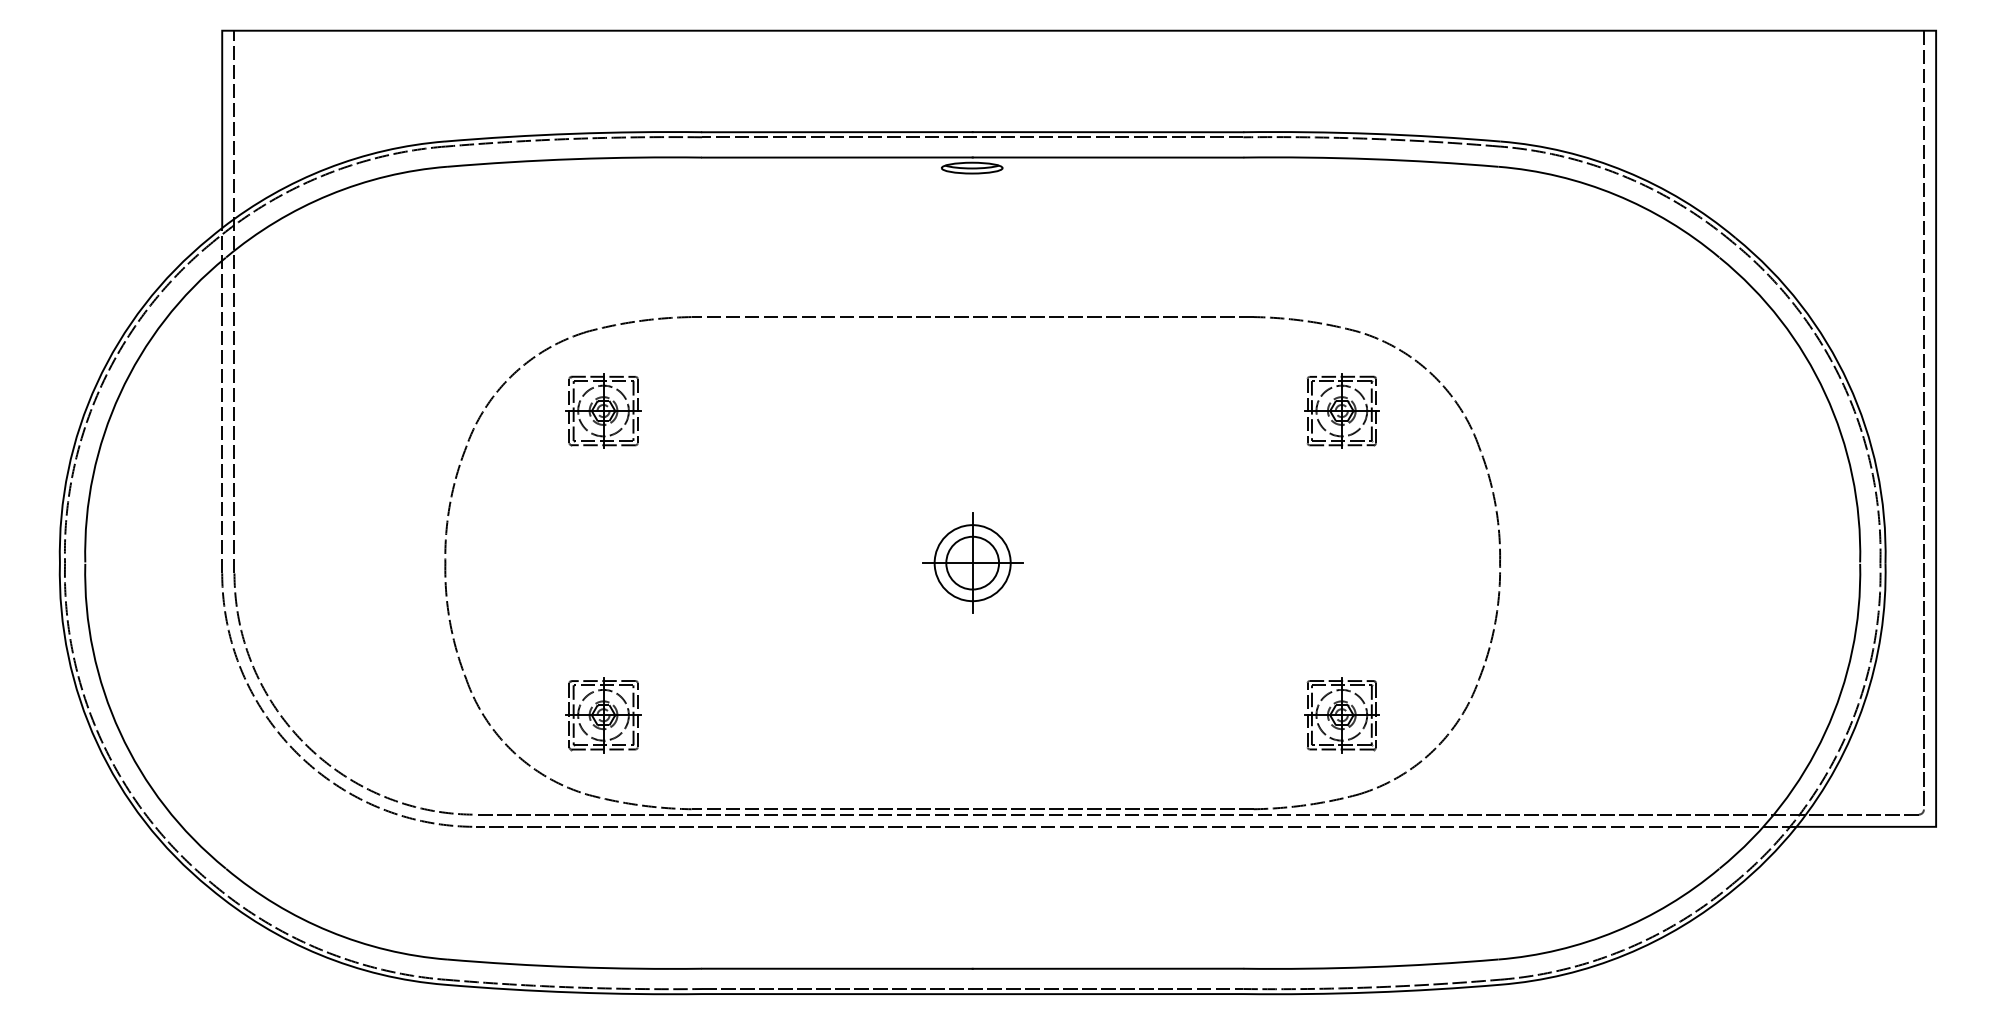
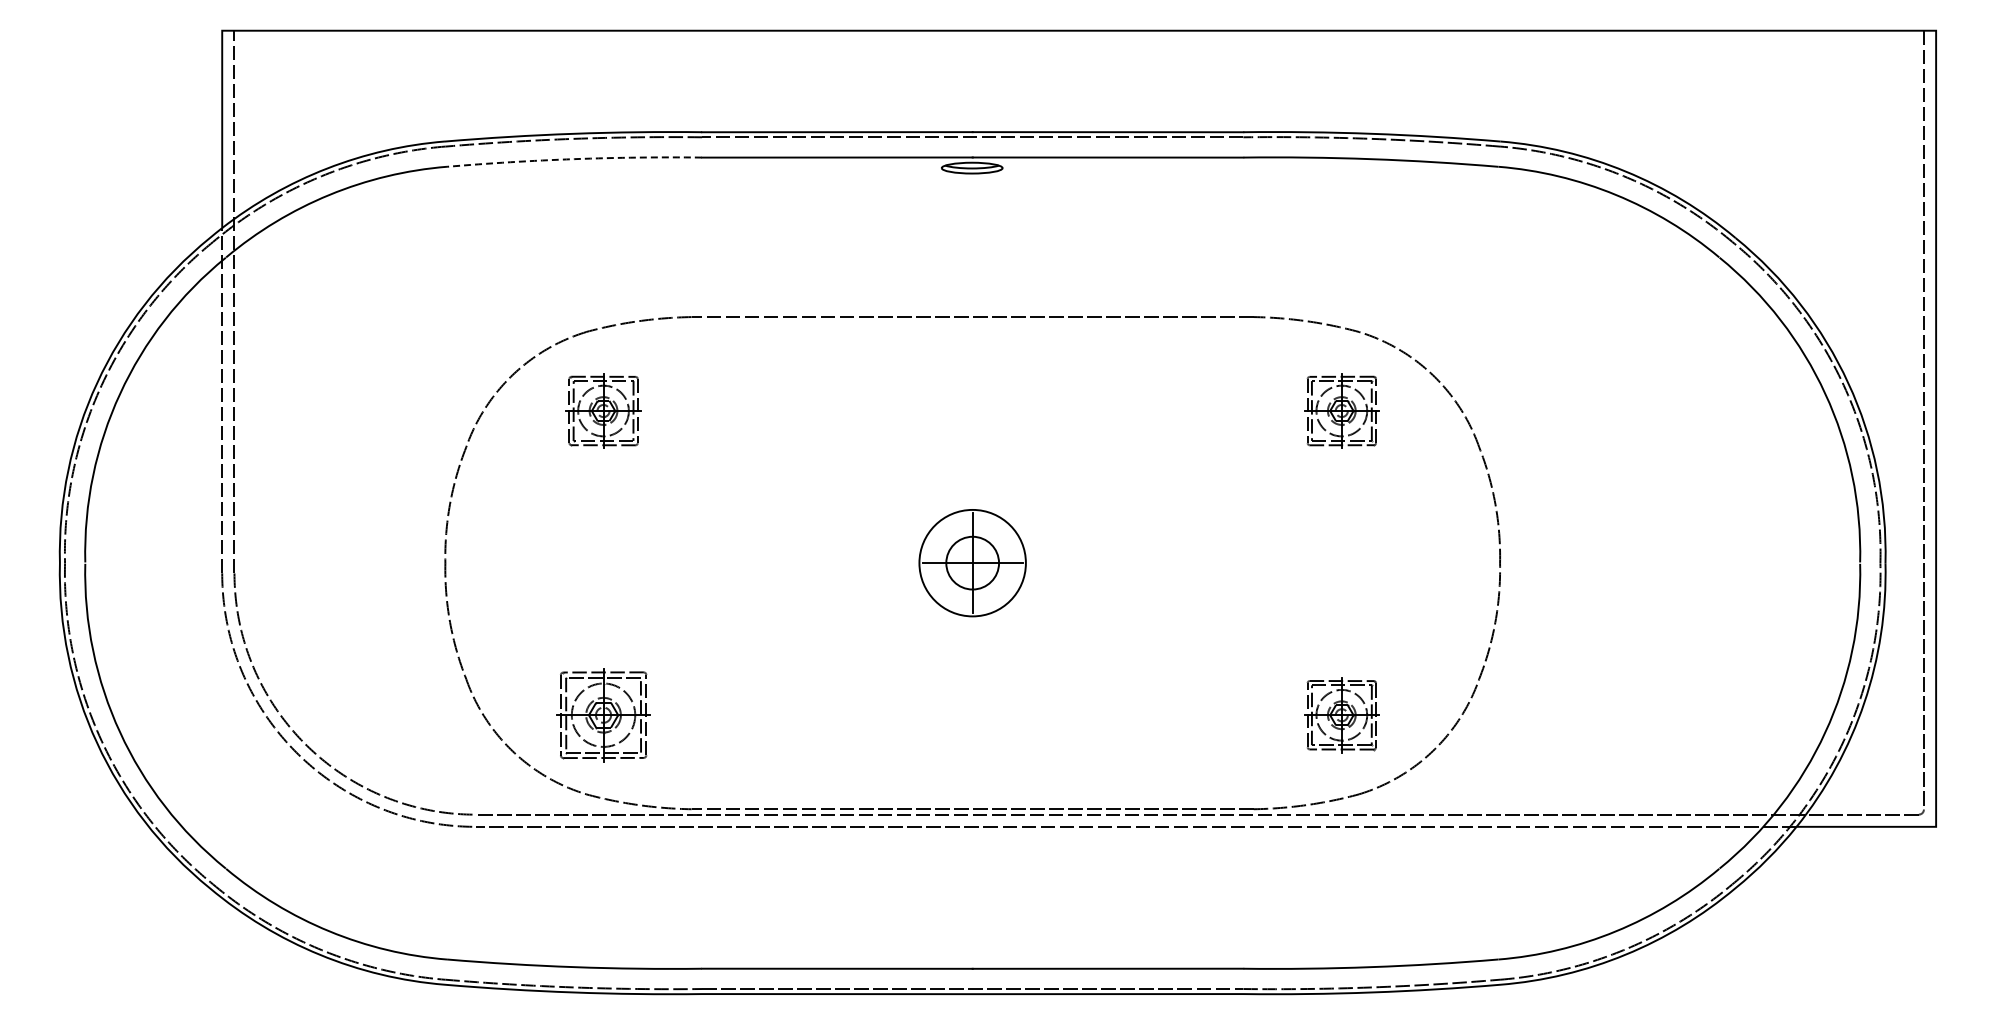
arc at (574, 159): solid -> dashed
circle at (972, 563) diameter: 76 px -> 106 px
part at (603, 715) size: 77x77 px -> 95x95 px
